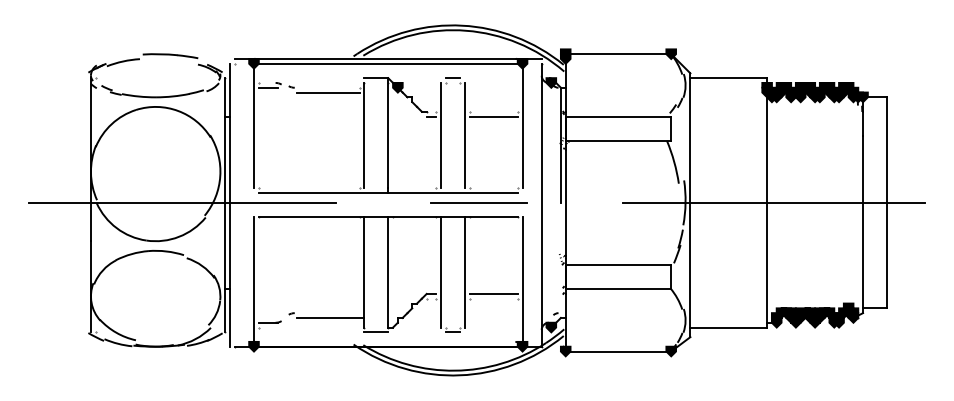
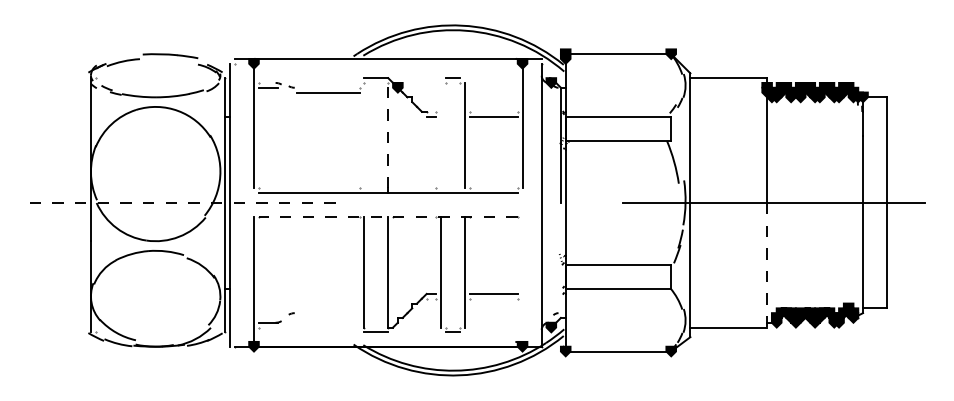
line at (387, 63): present -> none
line at (388, 132): solid -> dashed
line at (364, 135): present -> none
line at (441, 135): present -> none
line at (181, 202): solid -> dashed
line at (479, 202): present -> none
line at (387, 217): solid -> dashed
line at (767, 265): solid -> dashed
line at (522, 281): present -> none
line at (330, 317): present -> none
